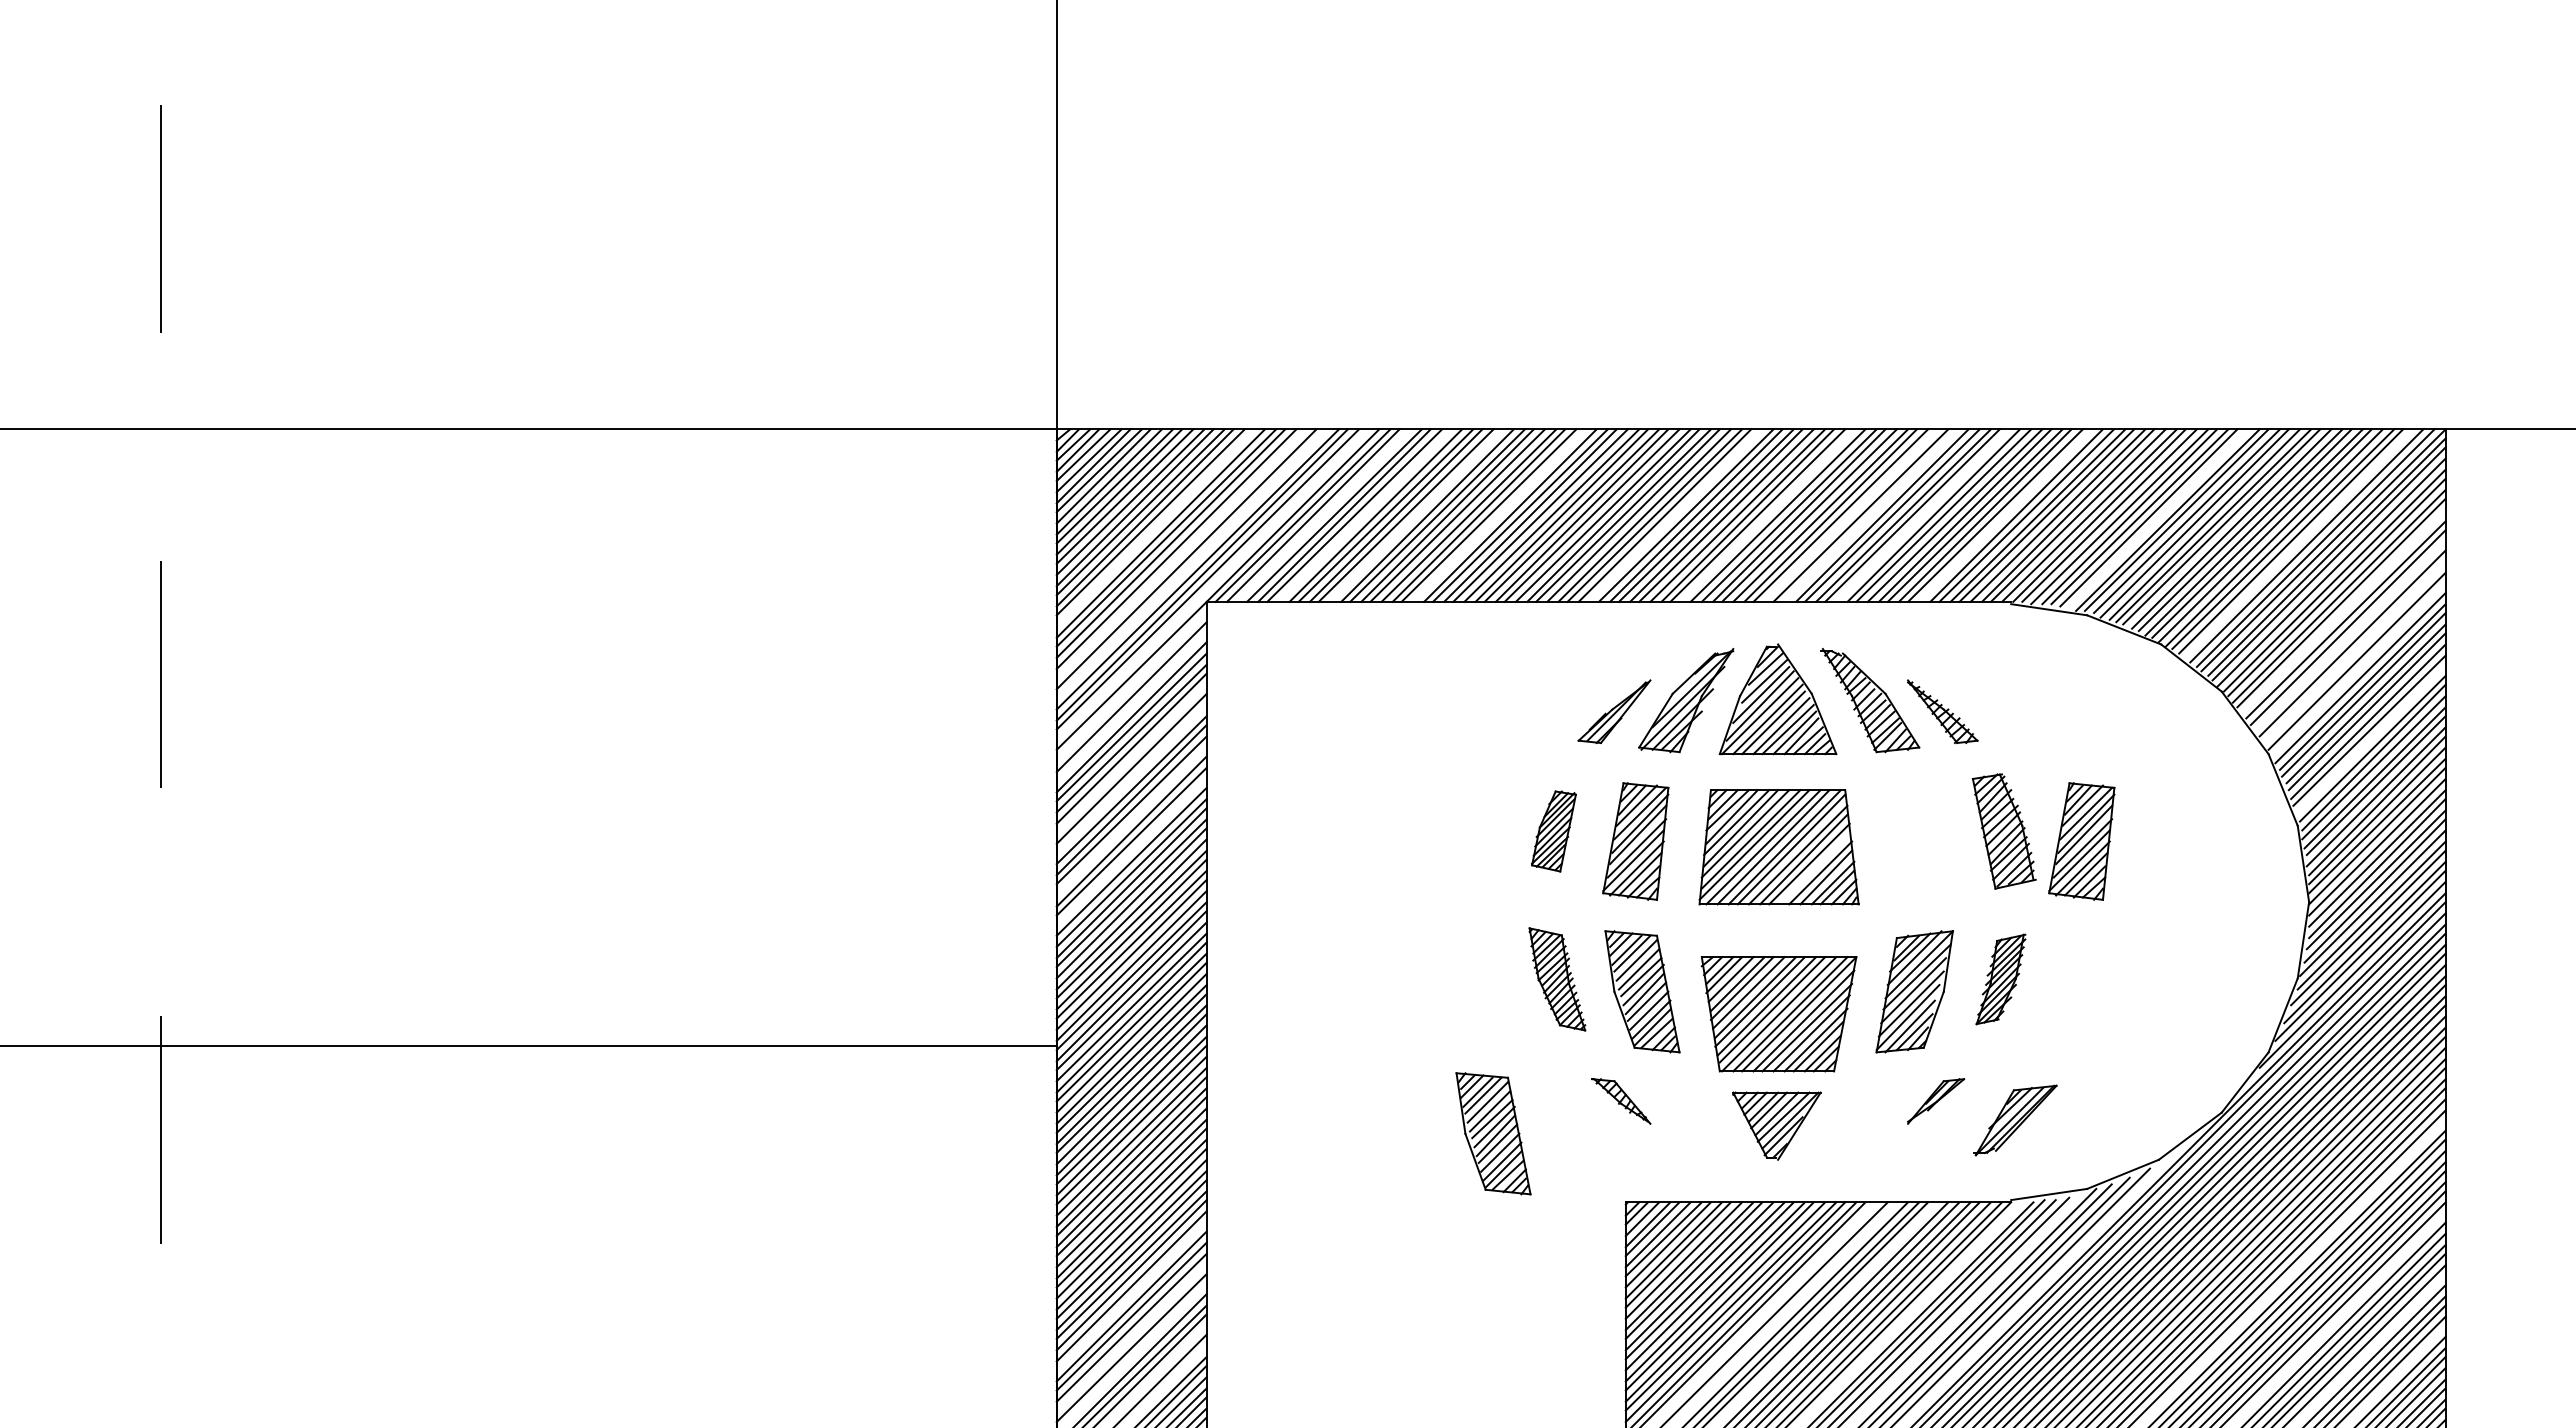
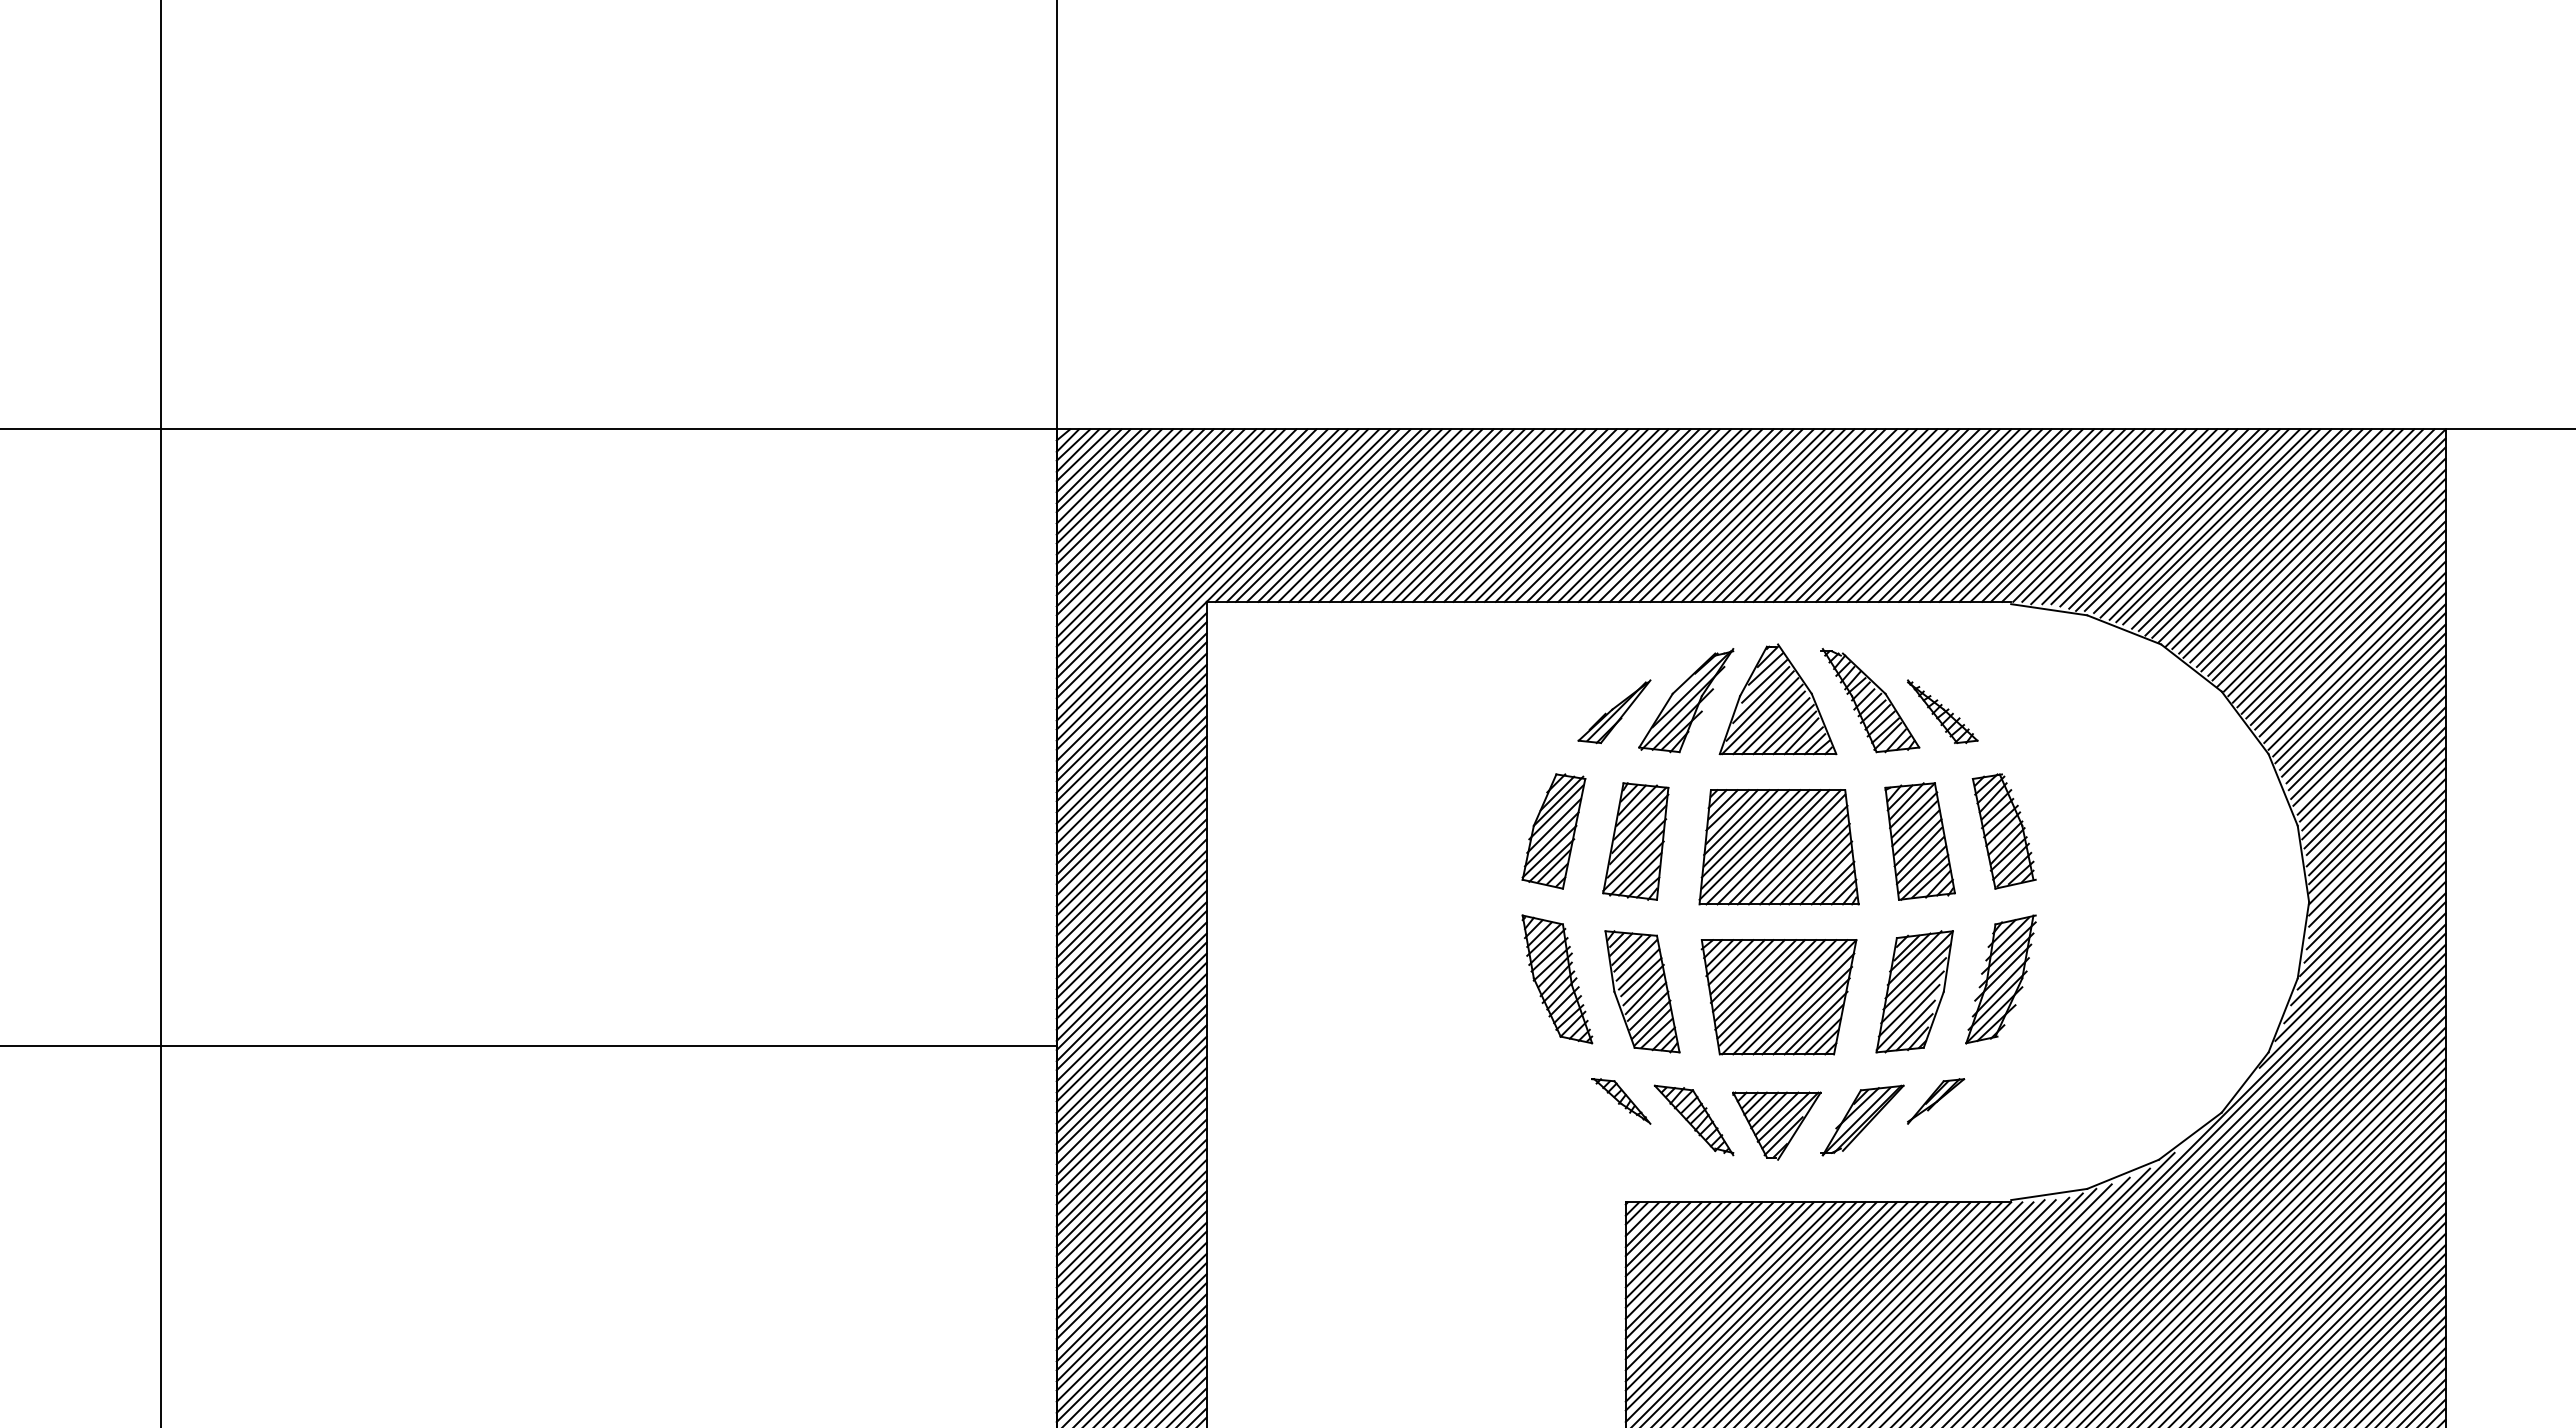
line at (1322, 515): none -> present
line at (1364, 515): none -> present
line at (1415, 515): none -> present
line at (1498, 515): none -> present
line at (1674, 515): none -> present
line at (1767, 515): none -> present
line at (1850, 515): none -> present
line at (1871, 515): none -> present
line at (1923, 515): none -> present
line at (2006, 515): none -> present
line at (2158, 518): none -> present
line at (1156, 527): none -> present
line at (2298, 543): none -> present
line at (1181, 553): none -> present
line at (1191, 563): none -> present
line at (1212, 584): none -> present
line at (2343, 611): none -> present
line at (2350, 635): none -> present
line at (2354, 652): none -> present
line at (2359, 668): none -> present
line at (1131, 687): none -> present
line at (1131, 707): none -> present
line at (160, 714): dashed -> solid
line at (2371, 739): none -> present
line at (1131, 758): none -> present
line at (1131, 780): none -> present
line at (1131, 820): none -> present
part at (1553, 831) size: 46x83 px -> 66x117 px
part at (1919, 841): none -> present
part at (2081, 841): present -> none
line at (1131, 851): none -> present
line at (1814, 868): none -> present
part at (1557, 979) size: 59x105 px -> 73x131 px
part at (2000, 979) size: 52x93 px -> 72x131 px
part at (1778, 1014) position: (1778, 1014) -> (1778, 997)
part at (1693, 1120): none -> present
part at (2015, 1120) position: (2015, 1120) -> (1862, 1120)
part at (1493, 1133): present -> none
line at (2292, 1271): none -> present
line at (2038, 1288): none -> present
line at (1131, 1296): none -> present
line at (1966, 1308): none -> present
line at (1765, 1313): none -> present
line at (1786, 1313): none -> present
line at (1828, 1313): none -> present
line at (1910, 1313): none -> present
line at (2339, 1318): none -> present
line at (1131, 1337): none -> present
line at (2370, 1349): none -> present
line at (1135, 1353): none -> present
line at (1156, 1374): none -> present
line at (2396, 1374): none -> present
line at (1167, 1384): none -> present
